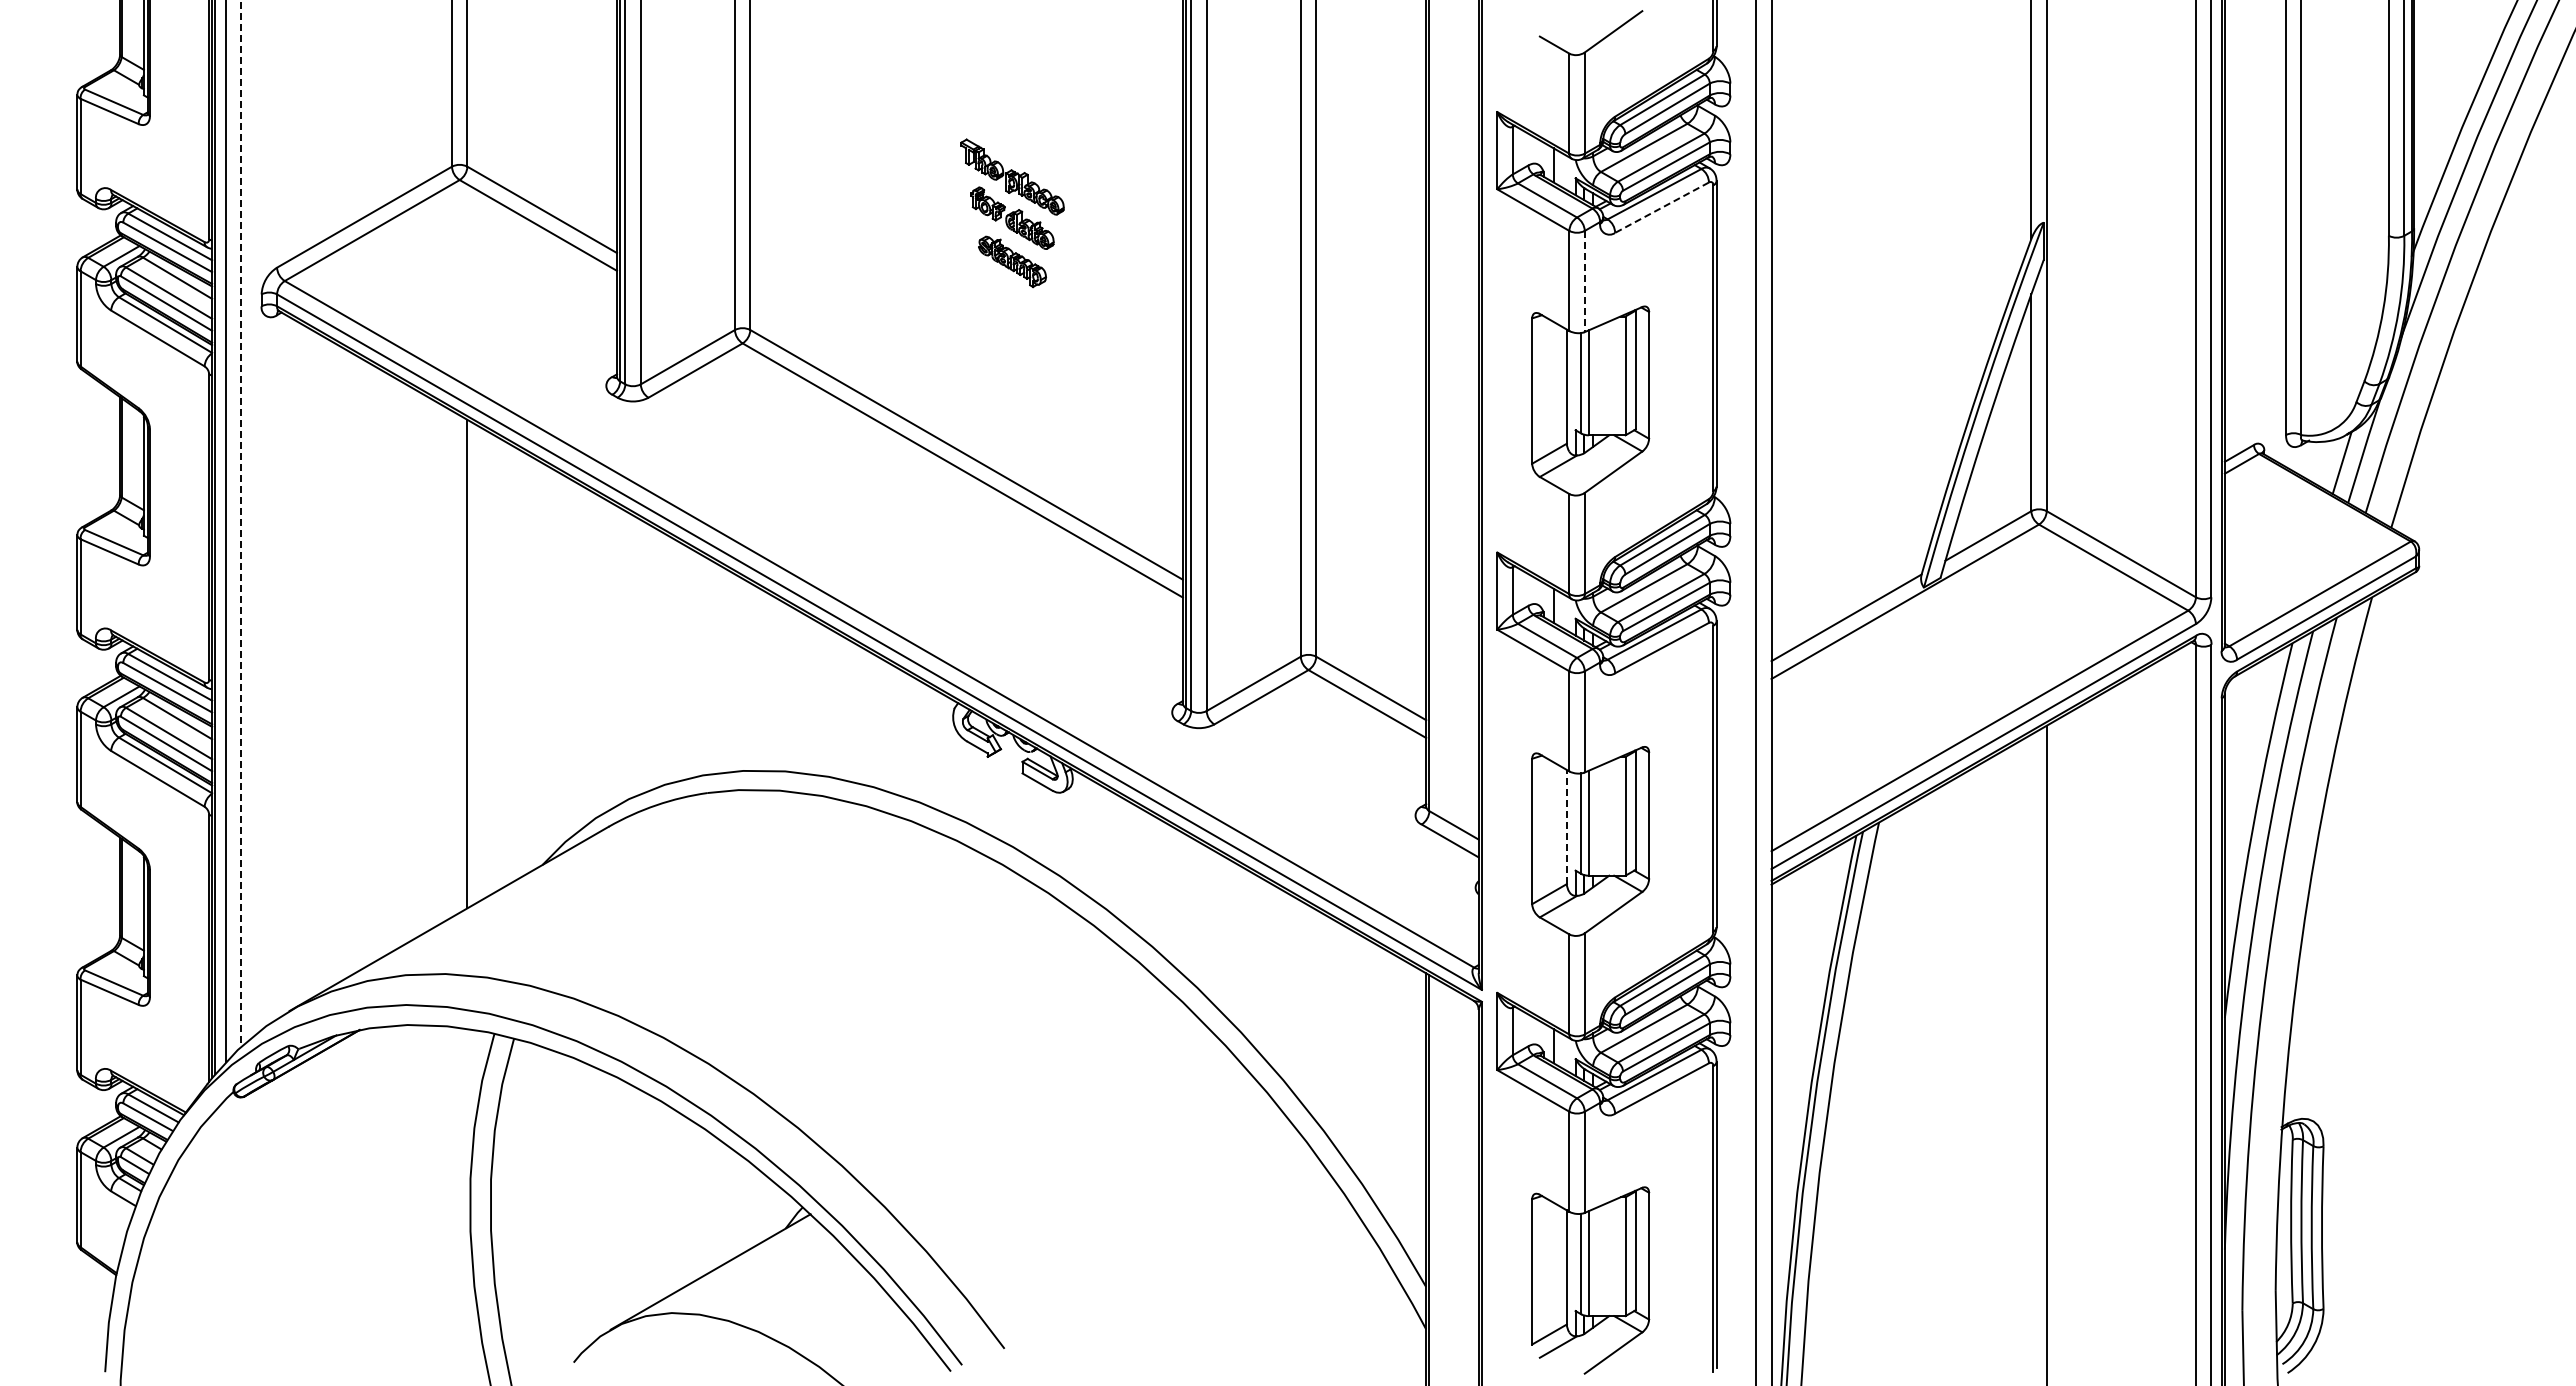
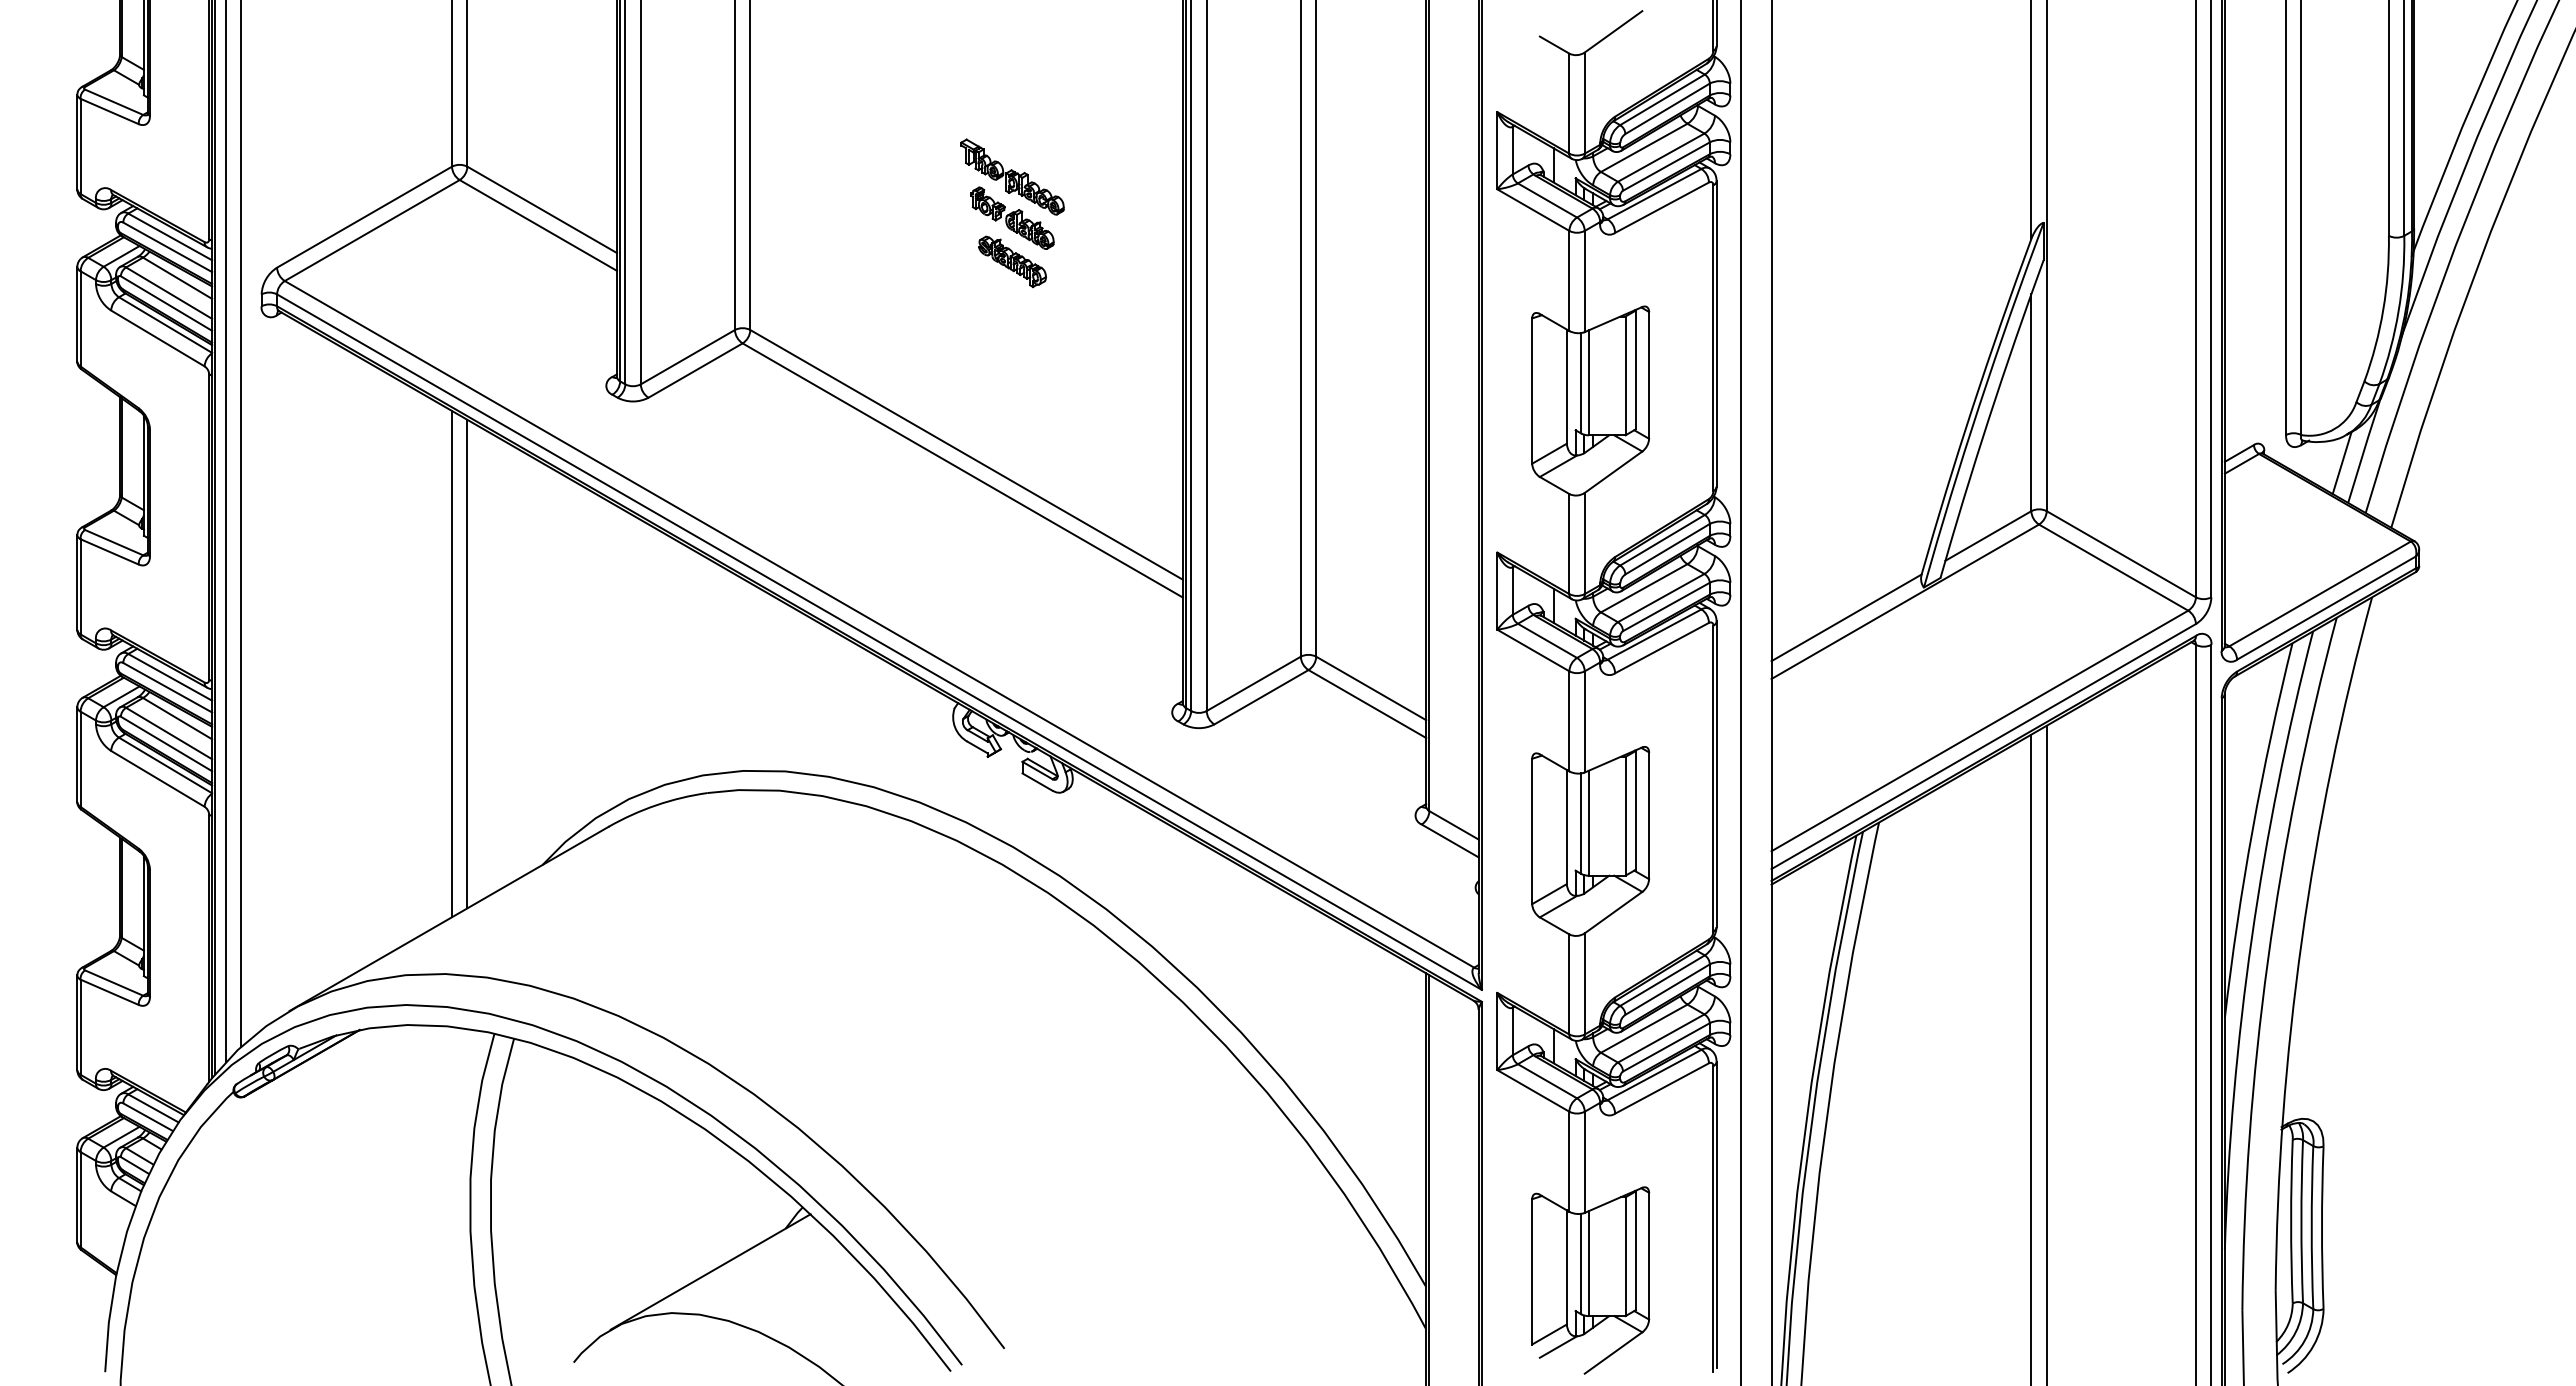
line at (1661, 207): dashed -> solid
line at (1584, 281): dashed -> solid
line at (241, 524): dashed -> solid
line at (451, 663): none -> present
line at (1755, 692) position: (1755, 692) -> (1740, 692)
line at (1566, 826): dashed -> solid
line at (2031, 1058): none -> present
